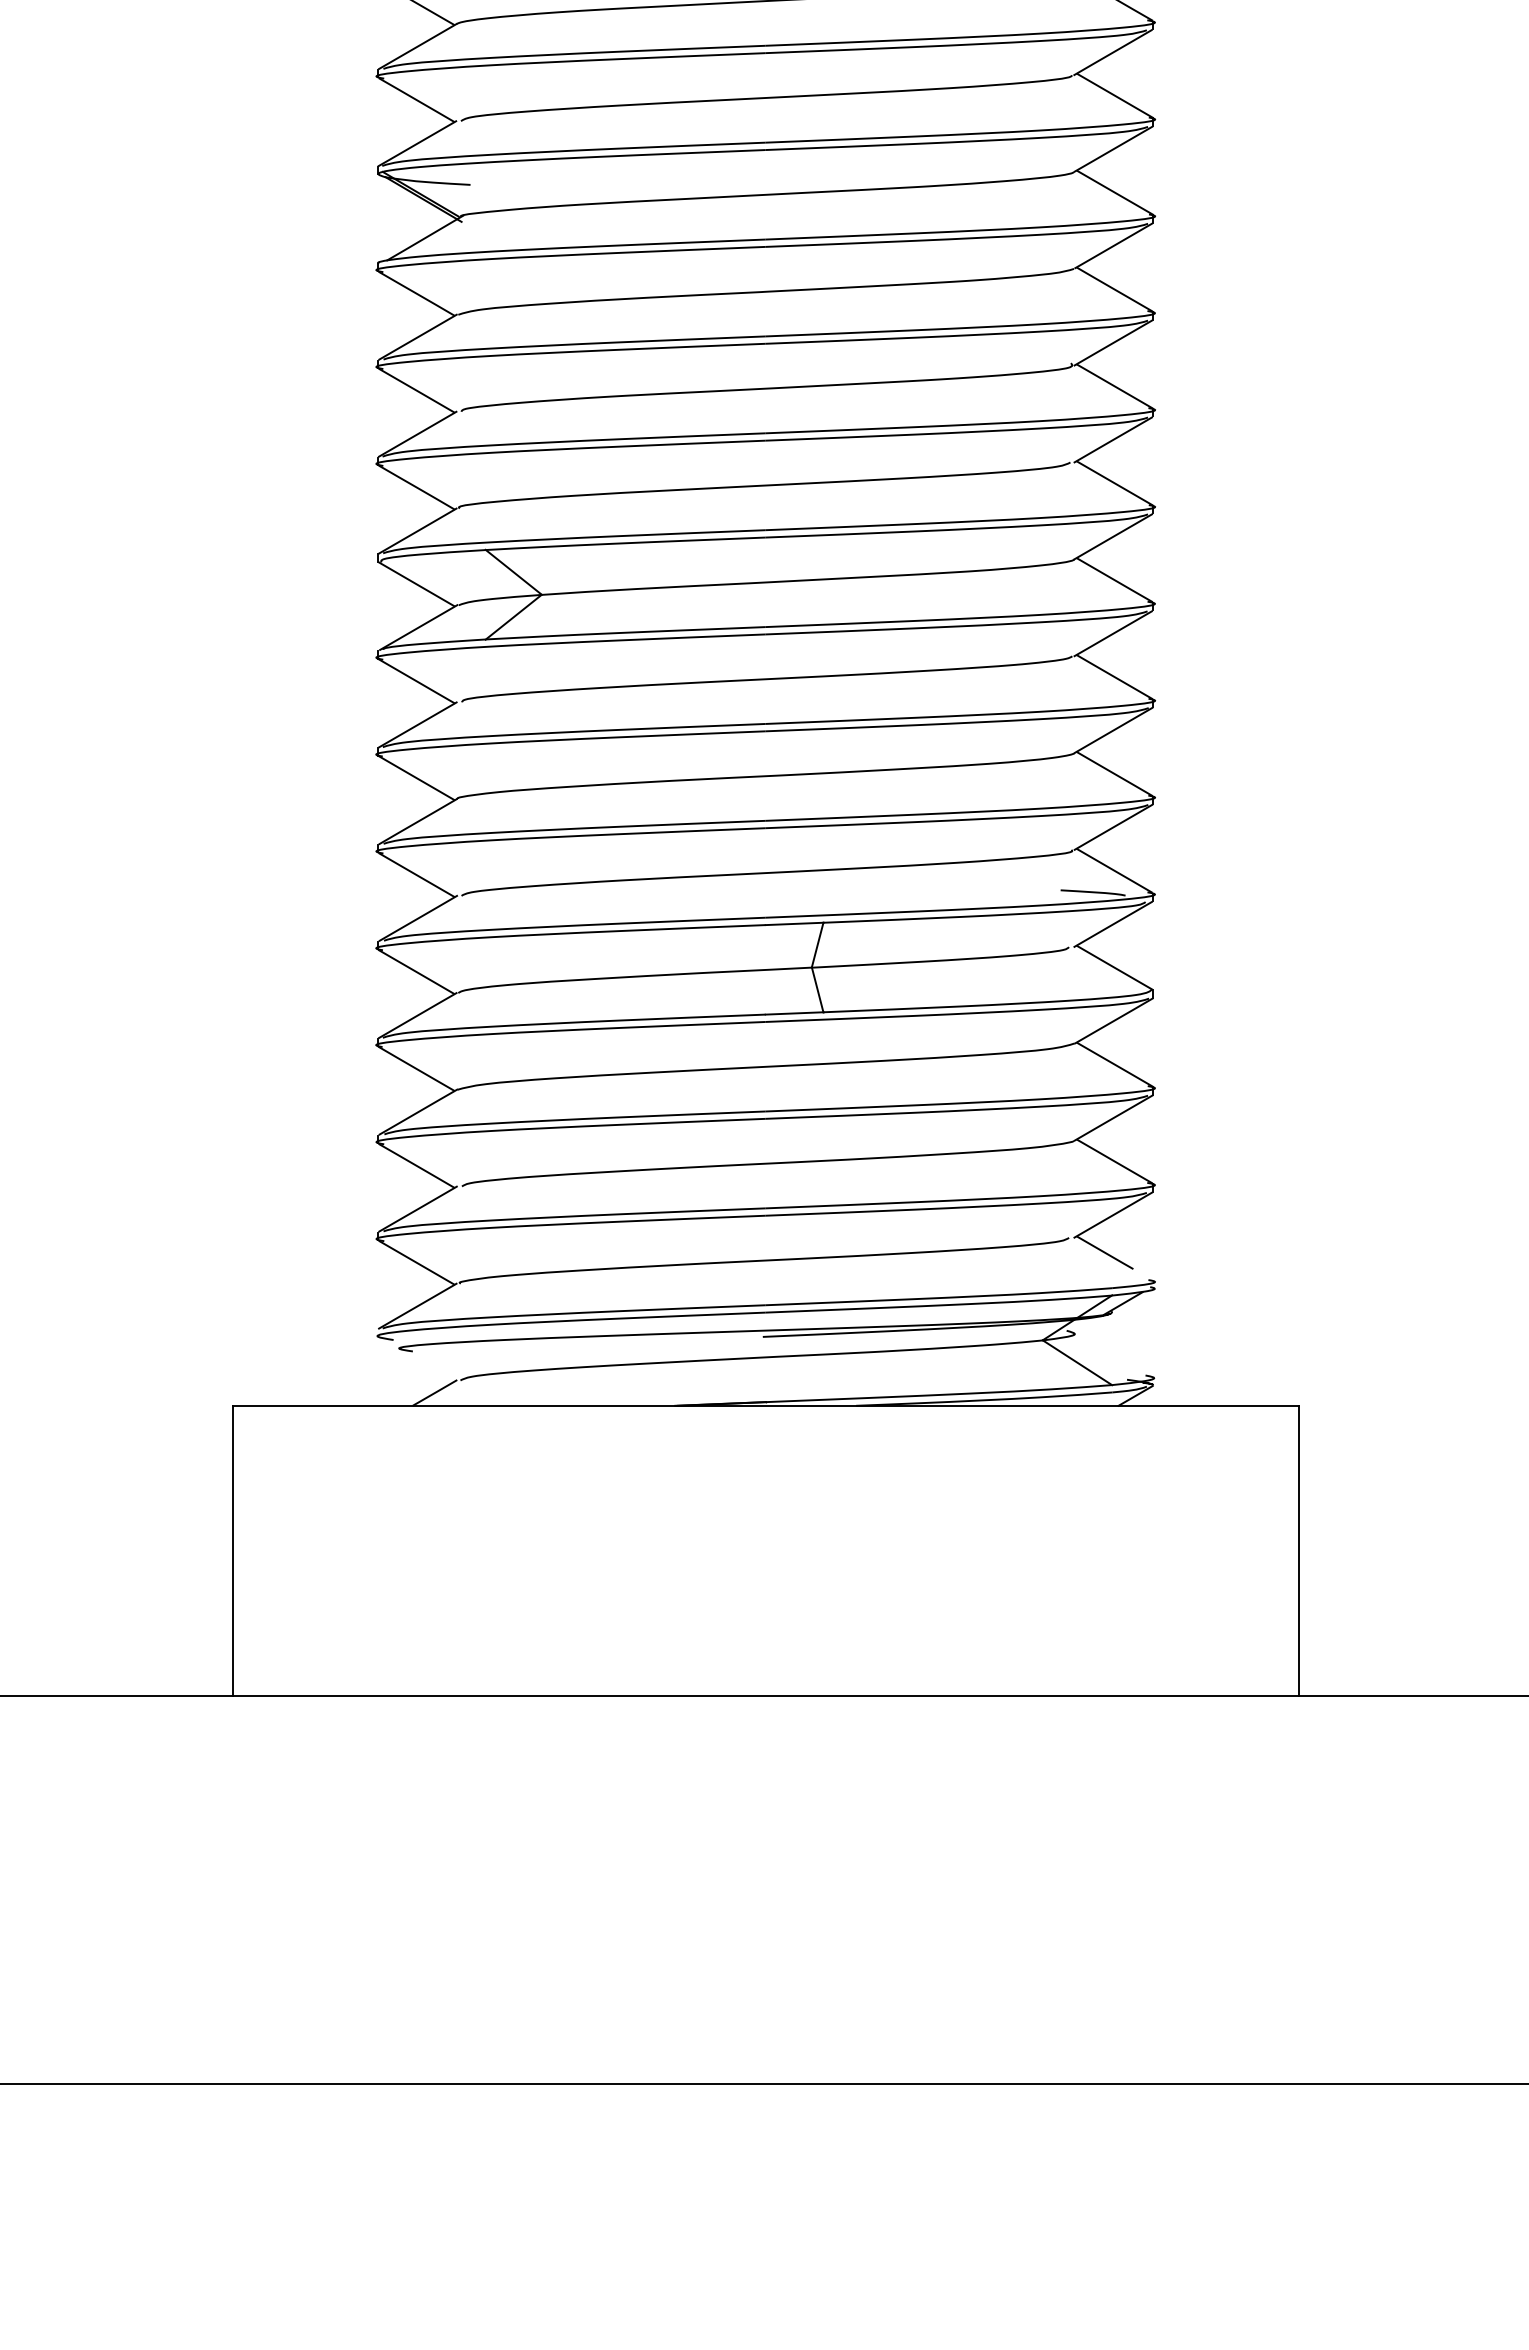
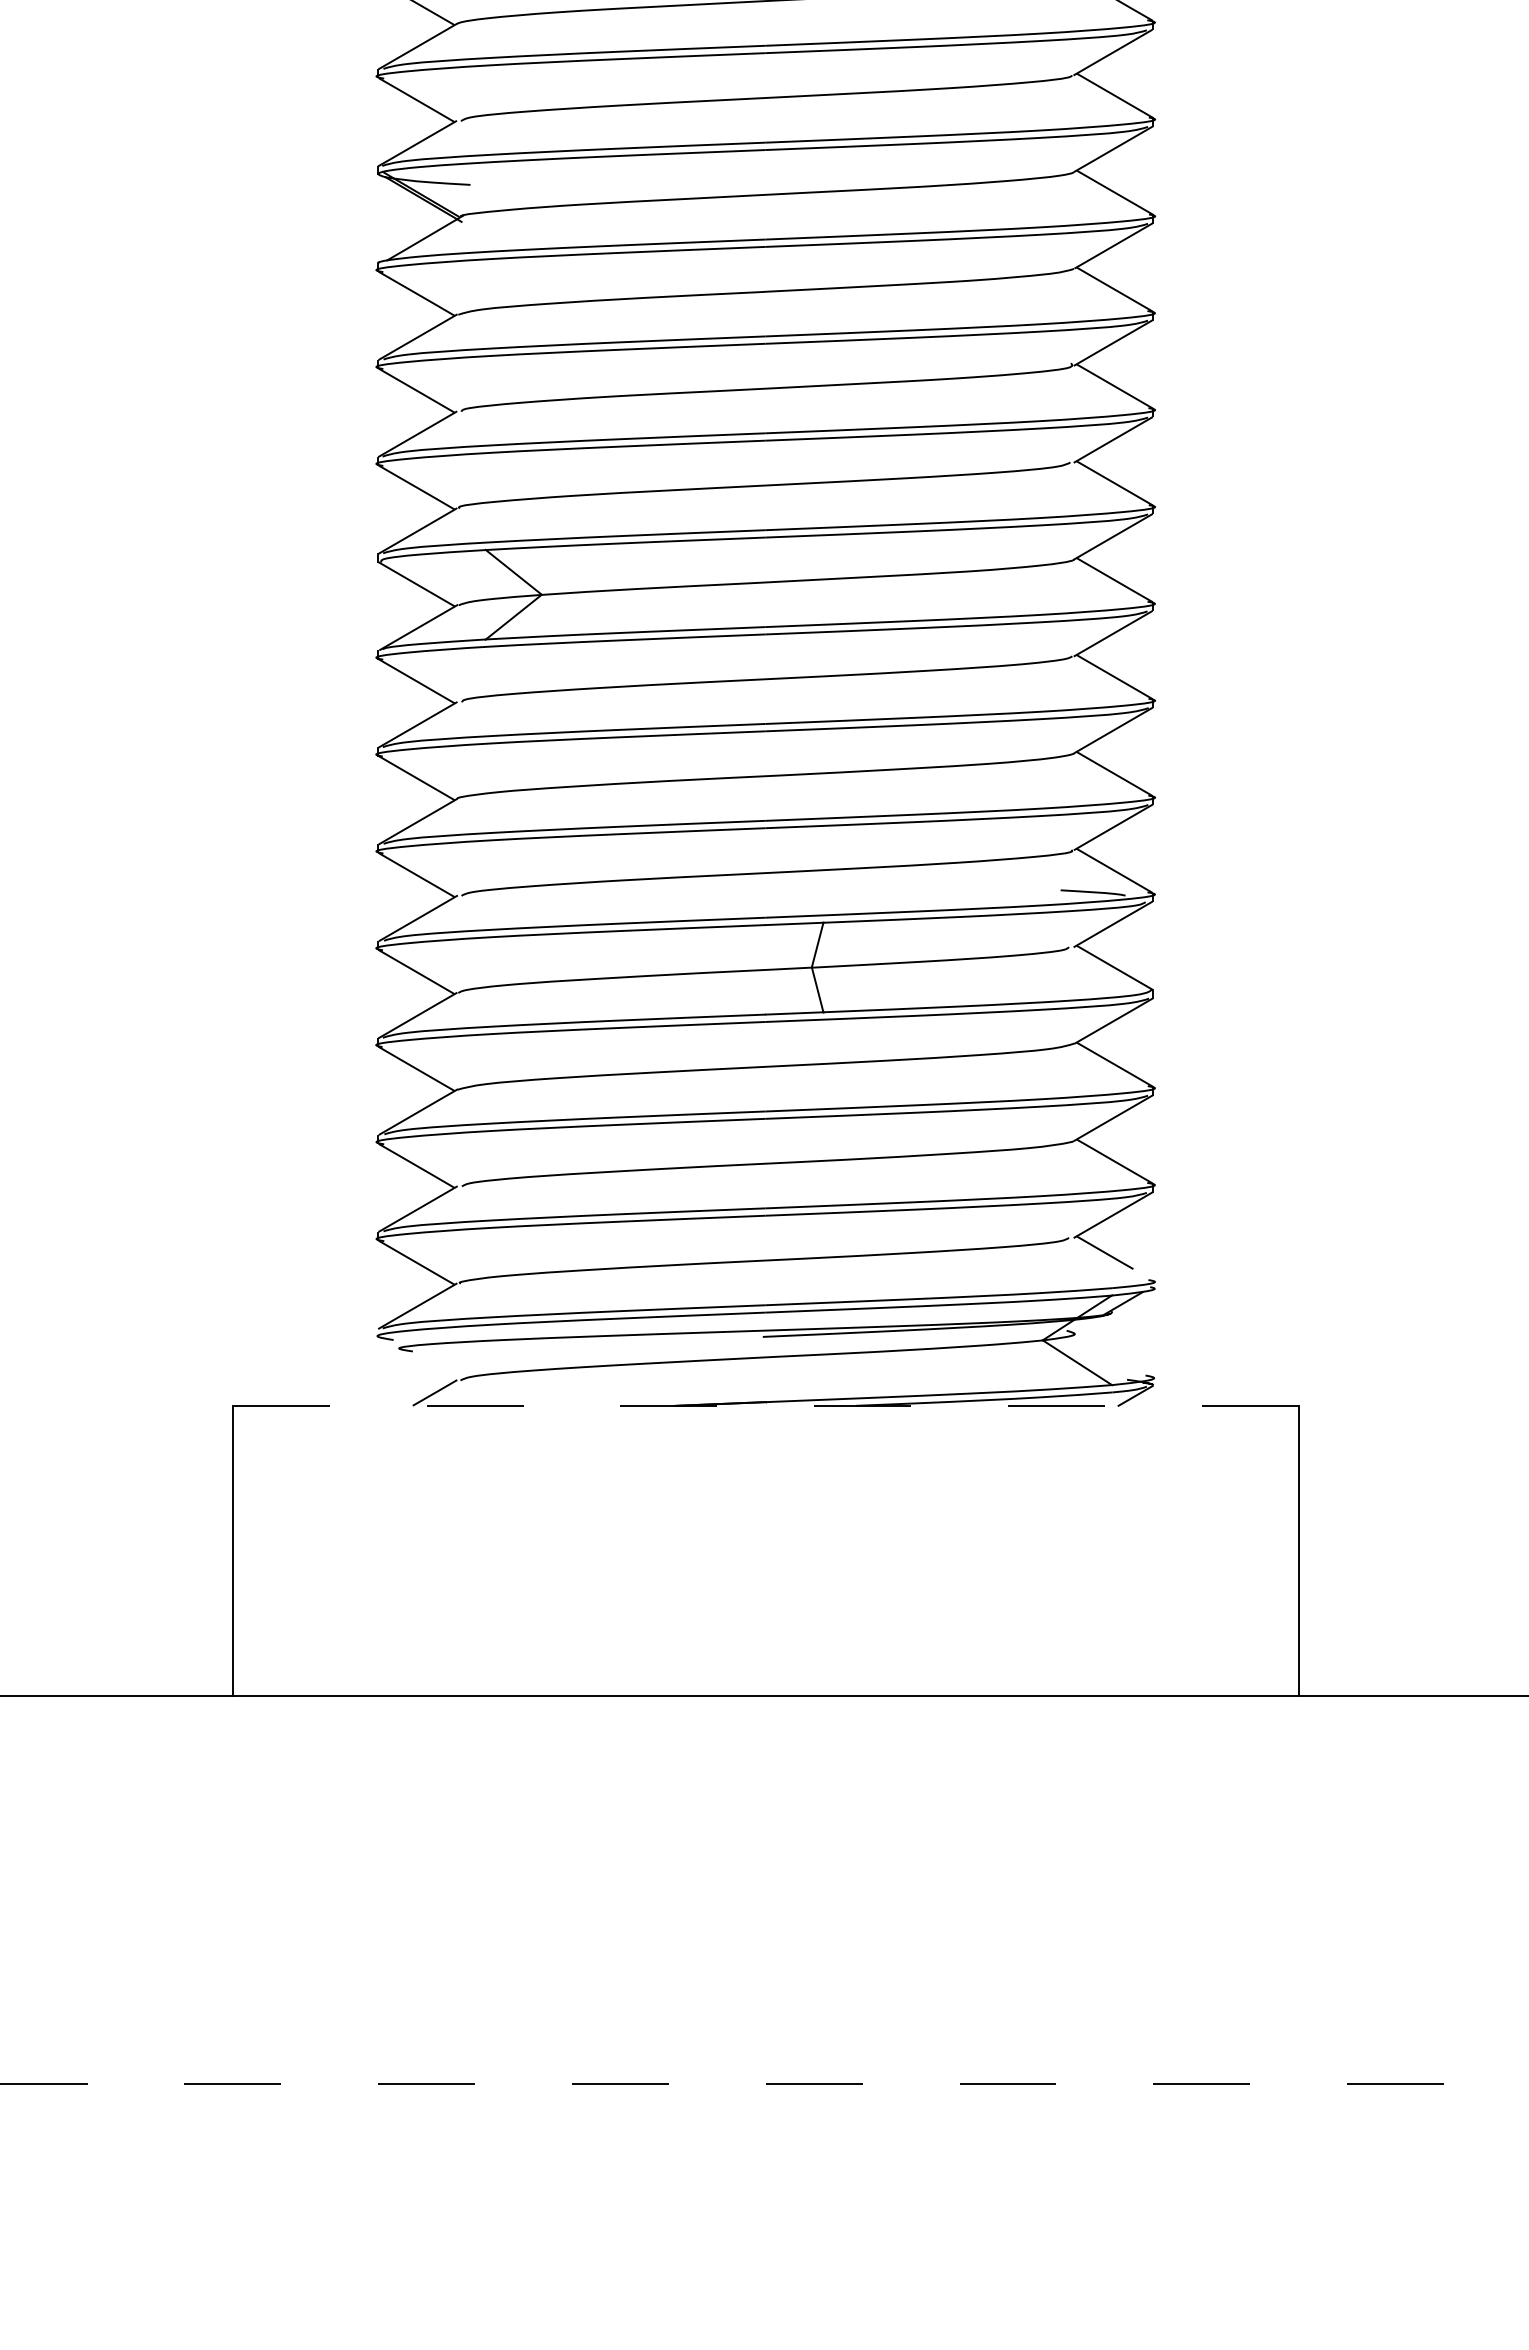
line at (765, 1405): solid -> dashed
line at (764, 2083): solid -> dashed
